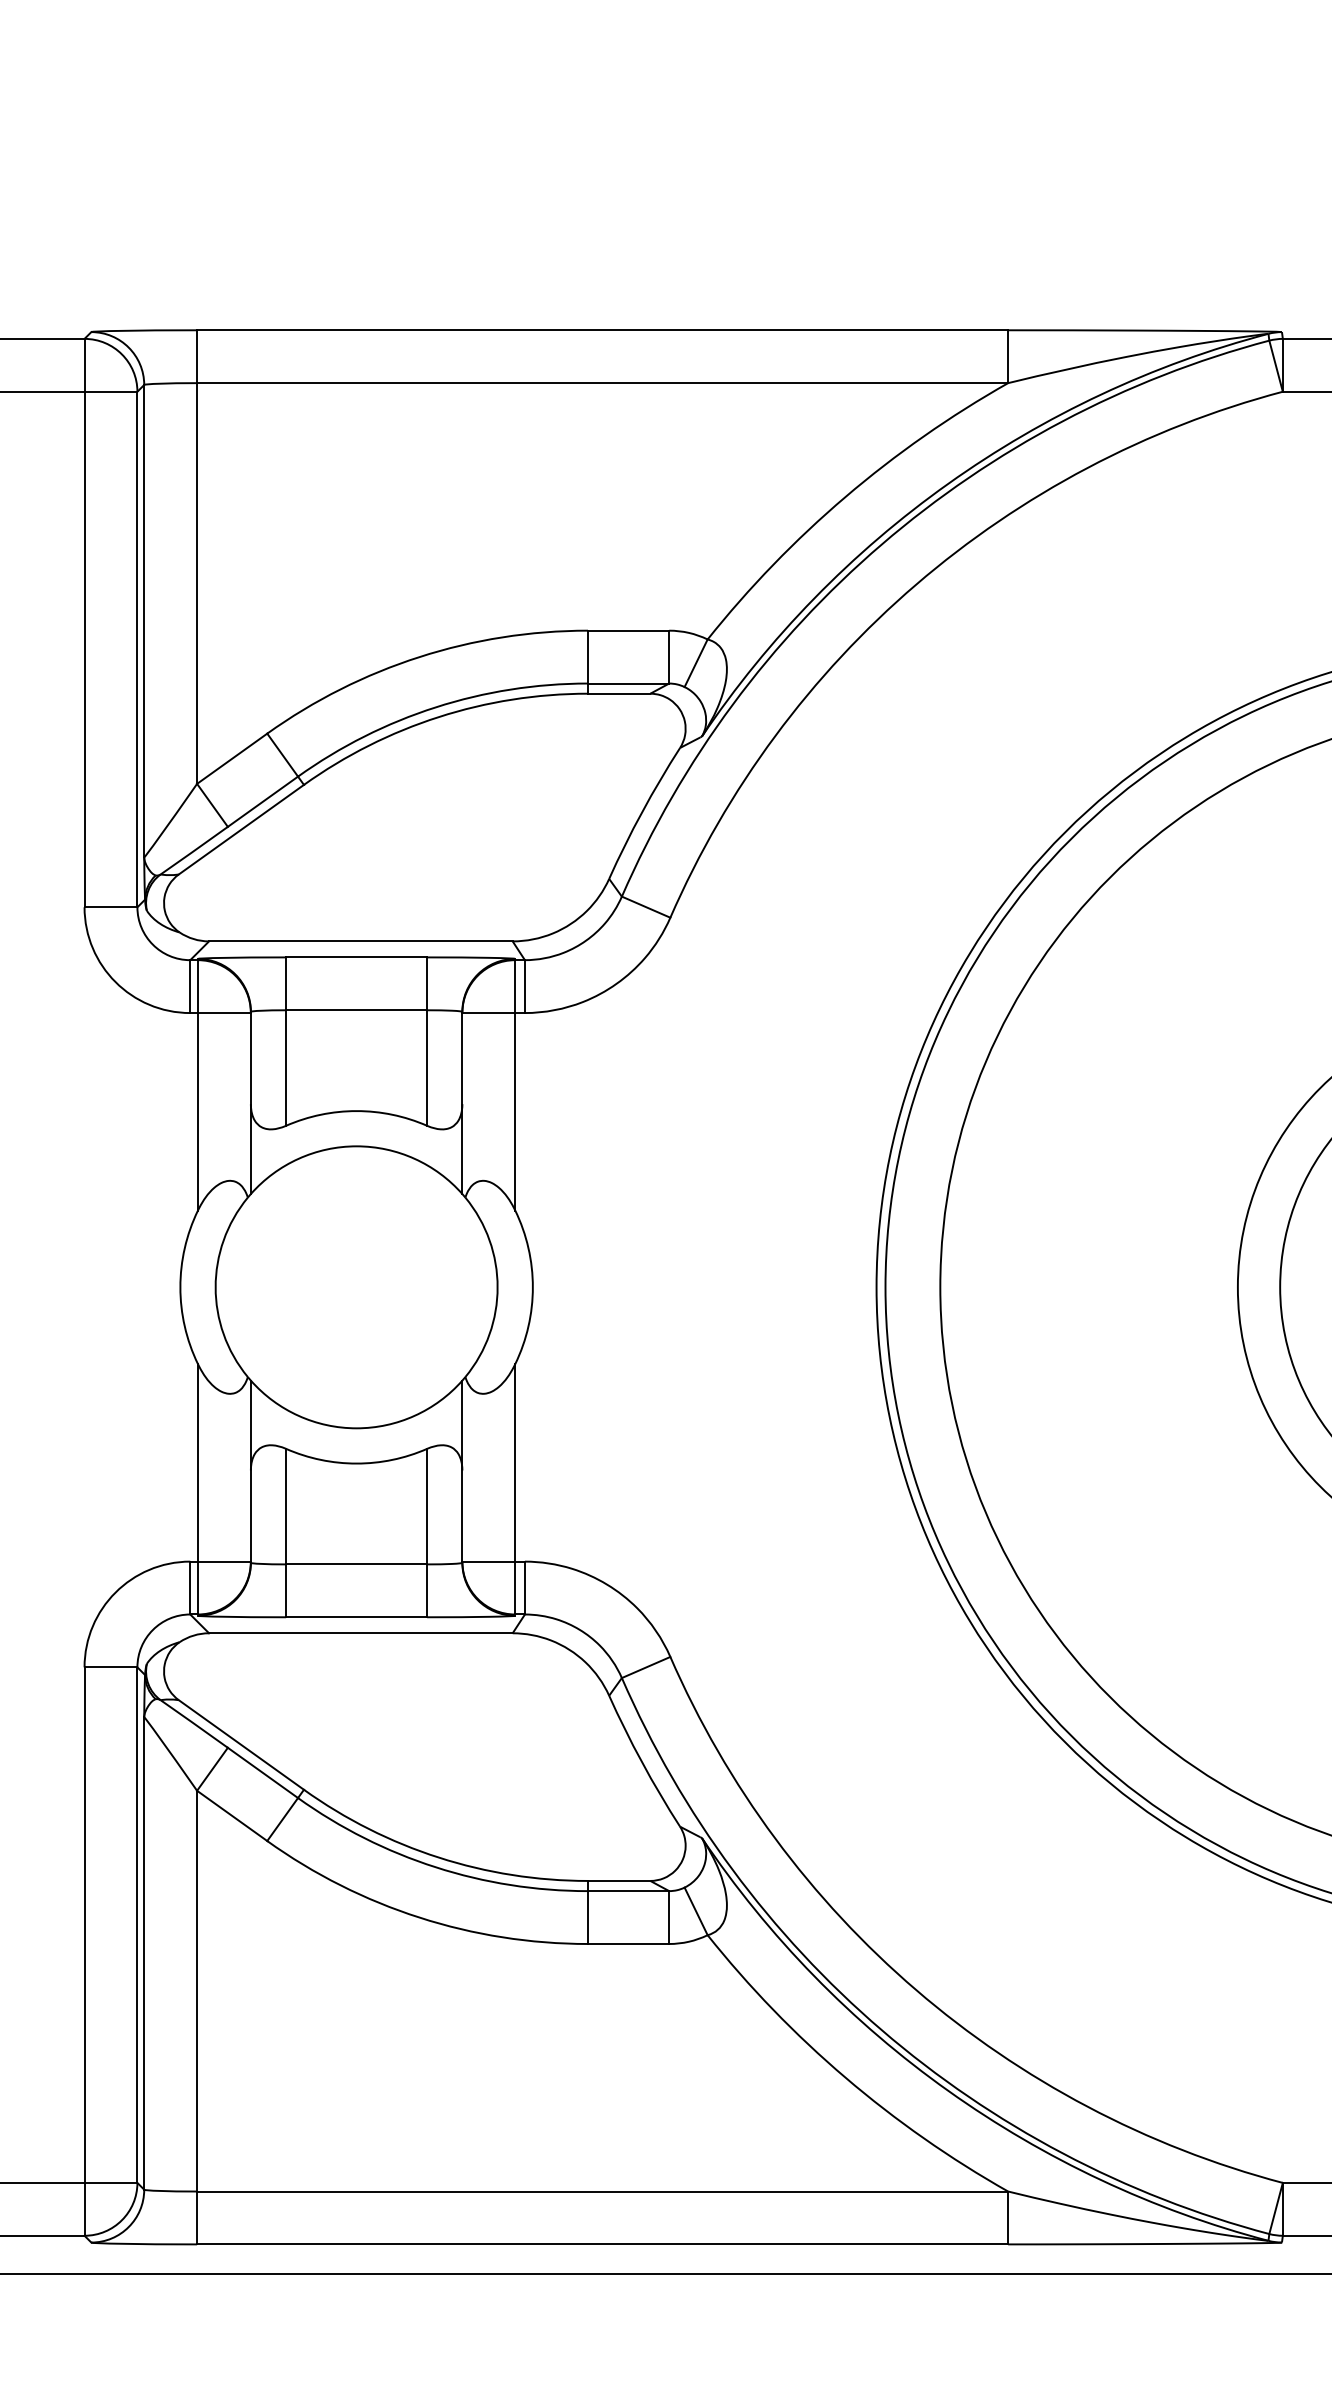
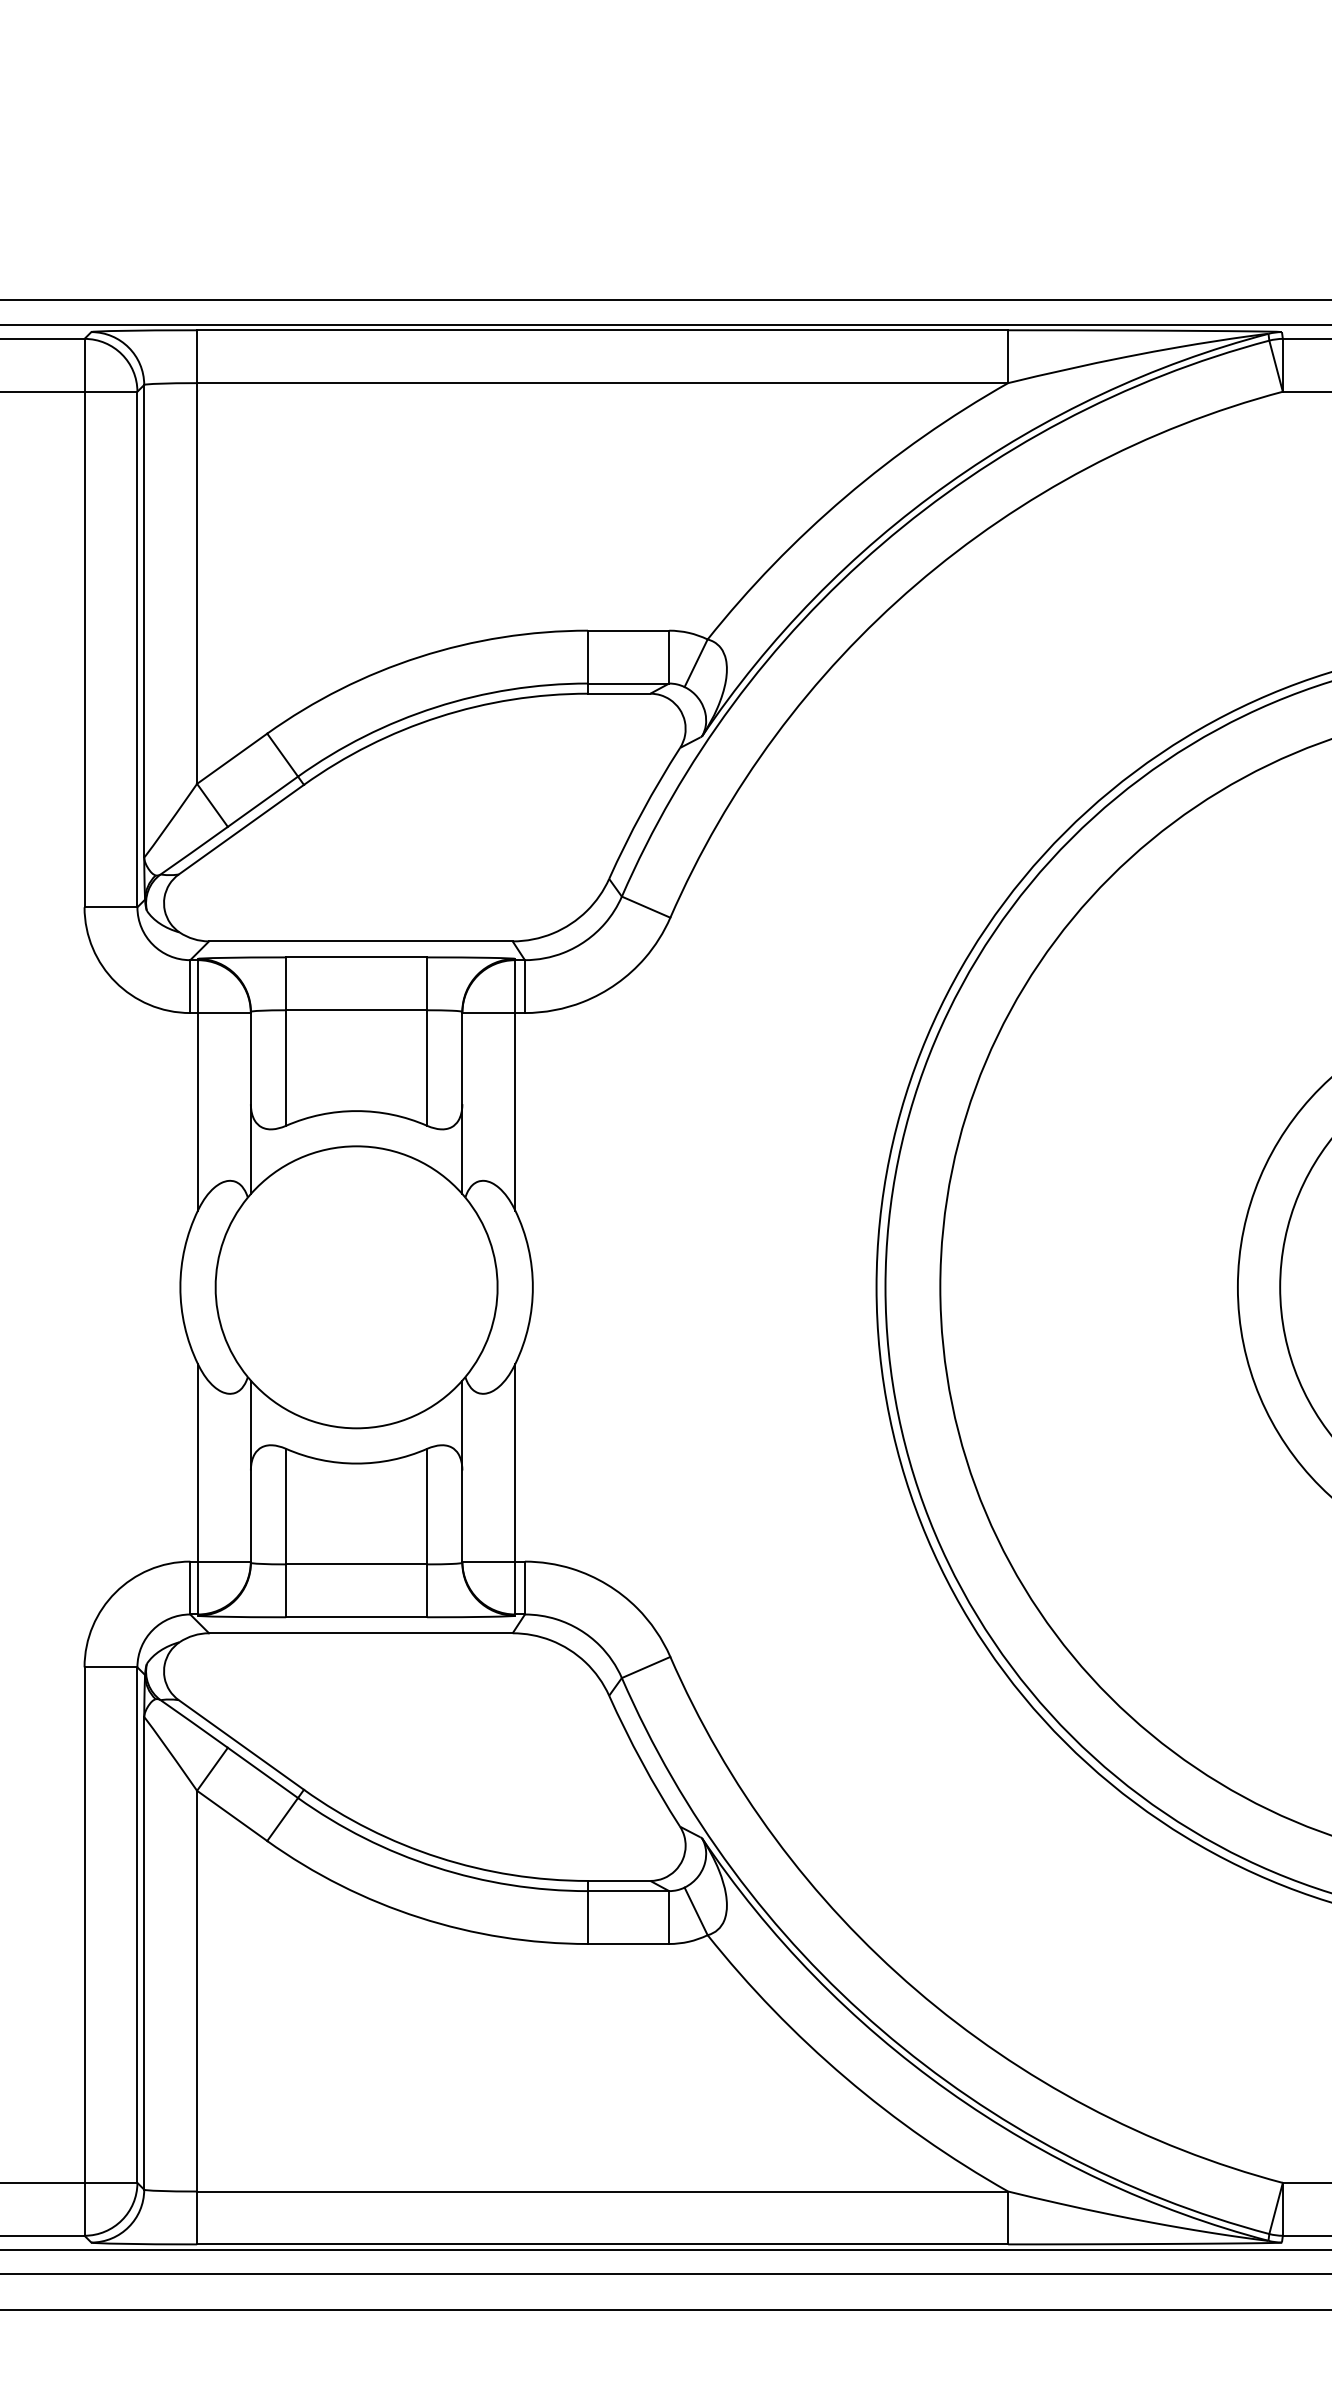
line at (665, 300): none -> present
line at (665, 325): none -> present
line at (665, 2249): none -> present
line at (665, 2309): none -> present
